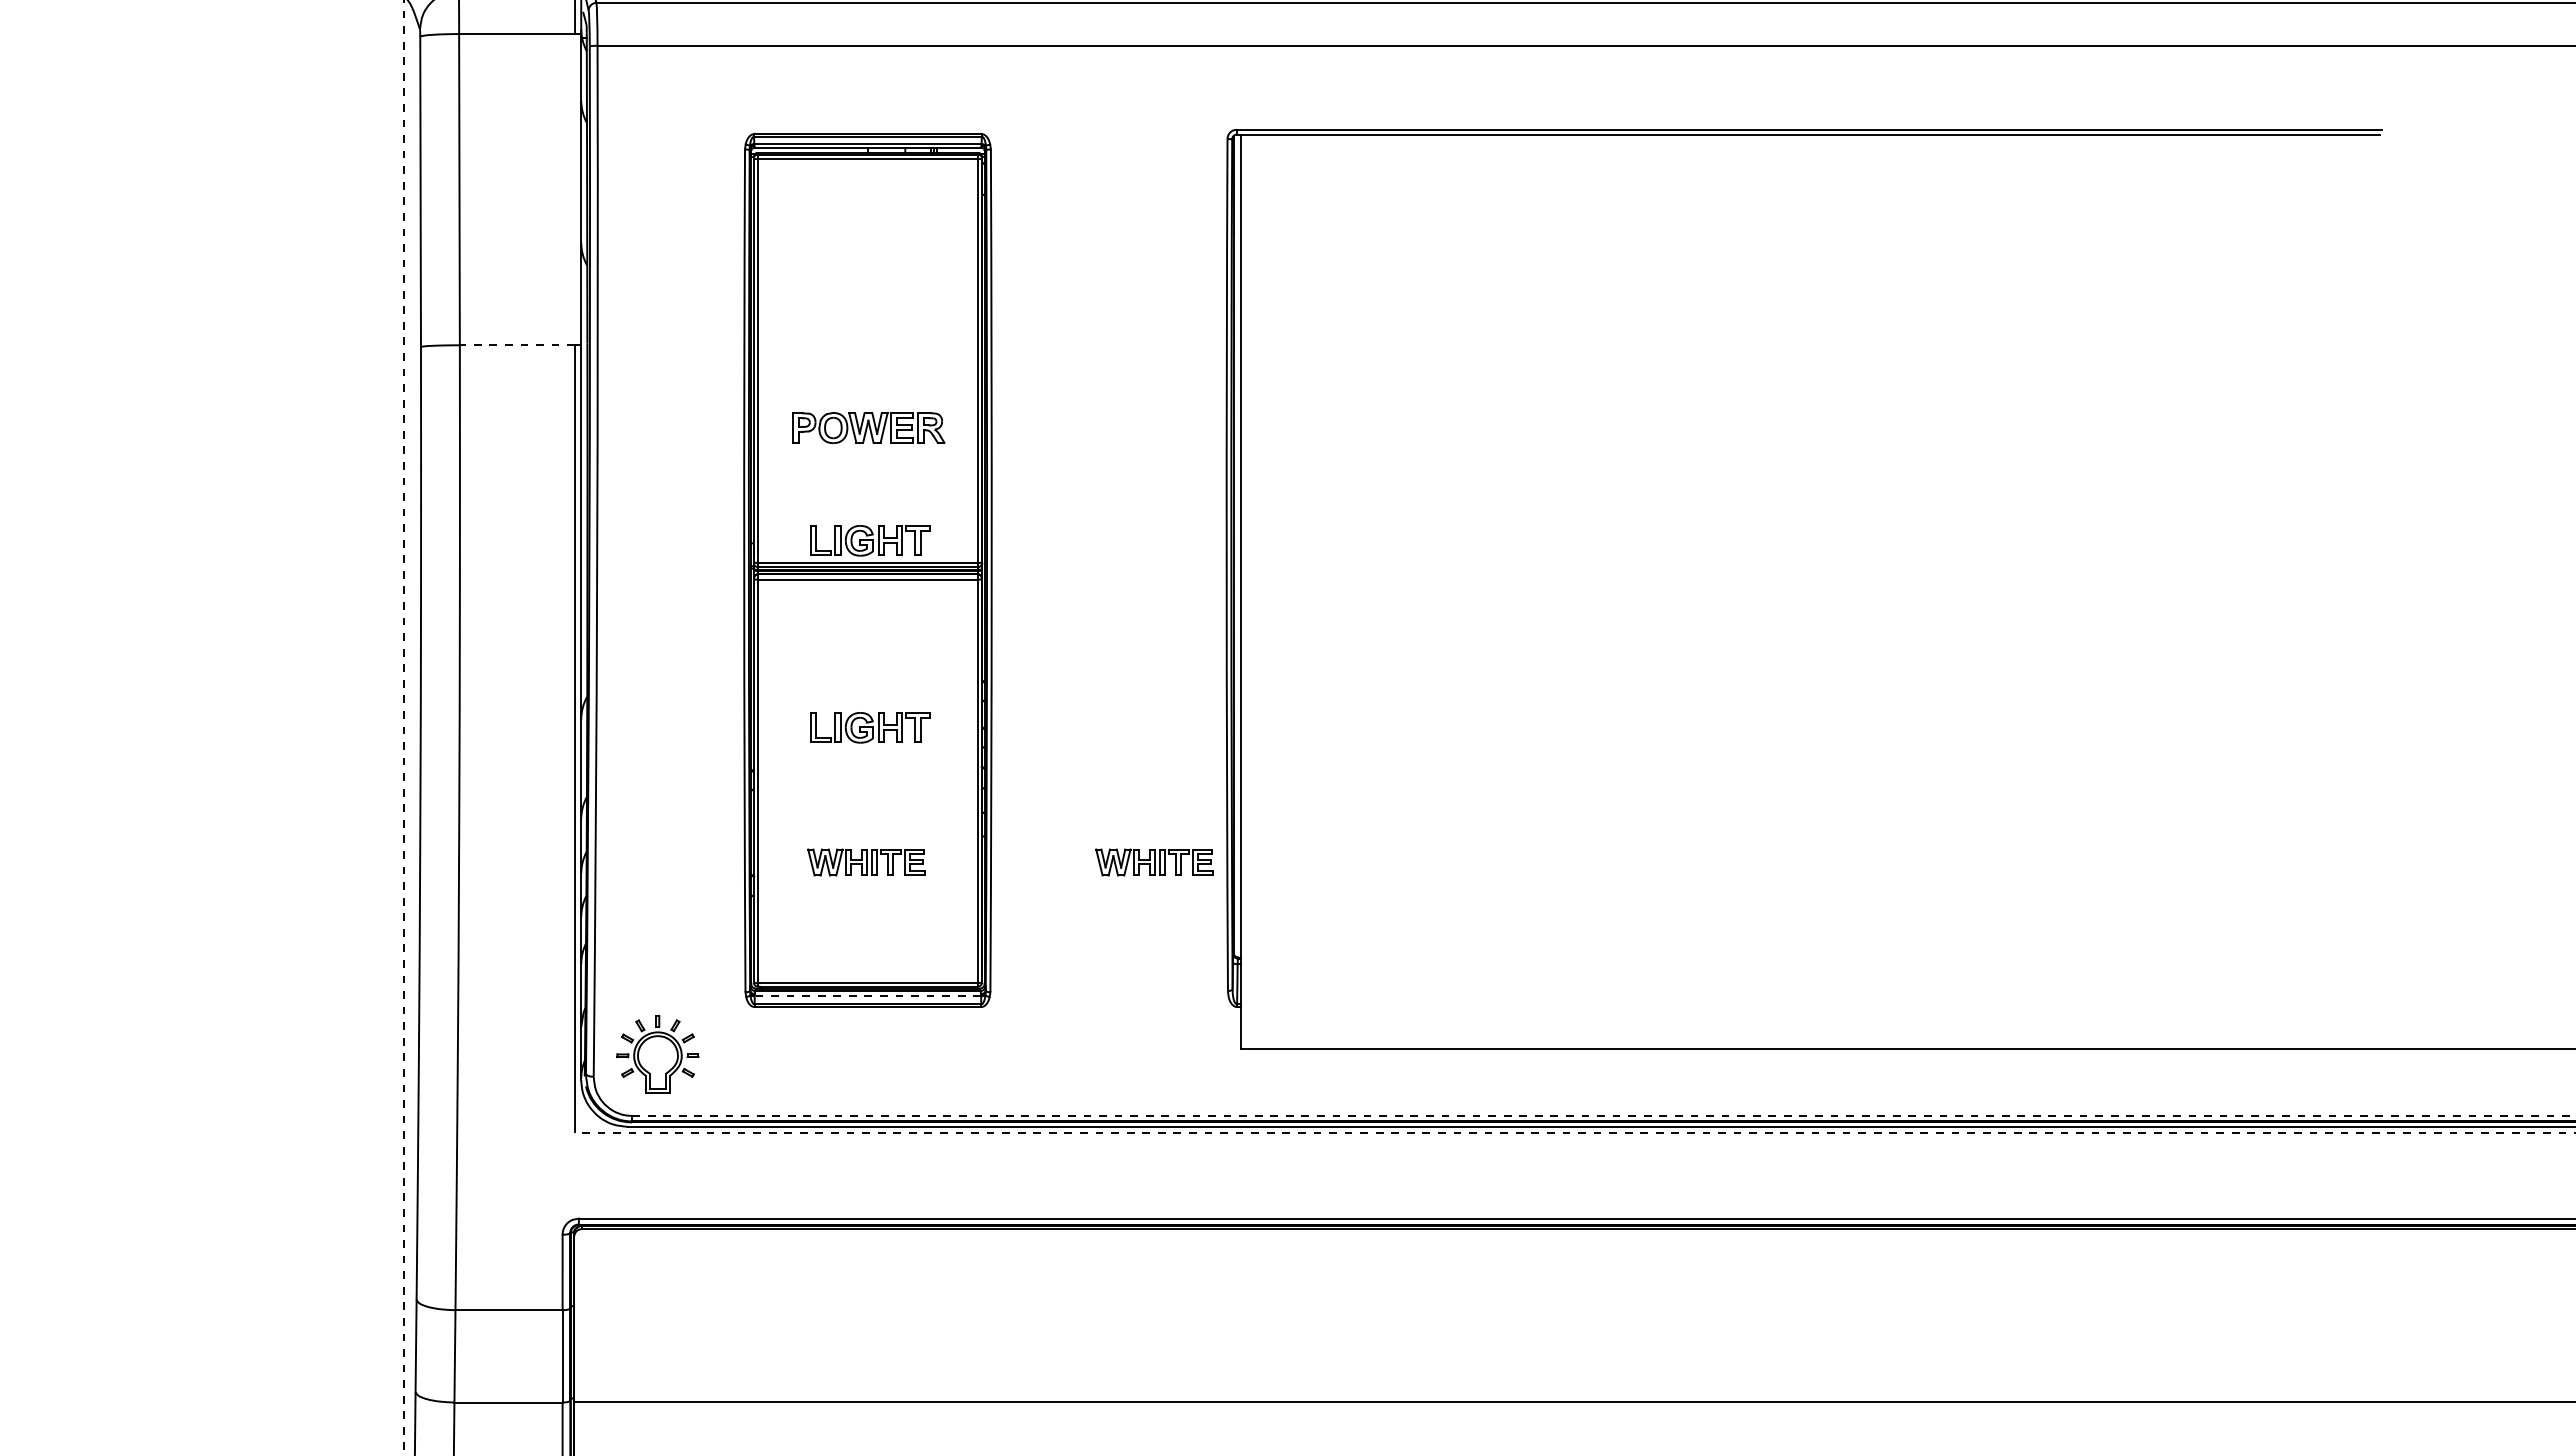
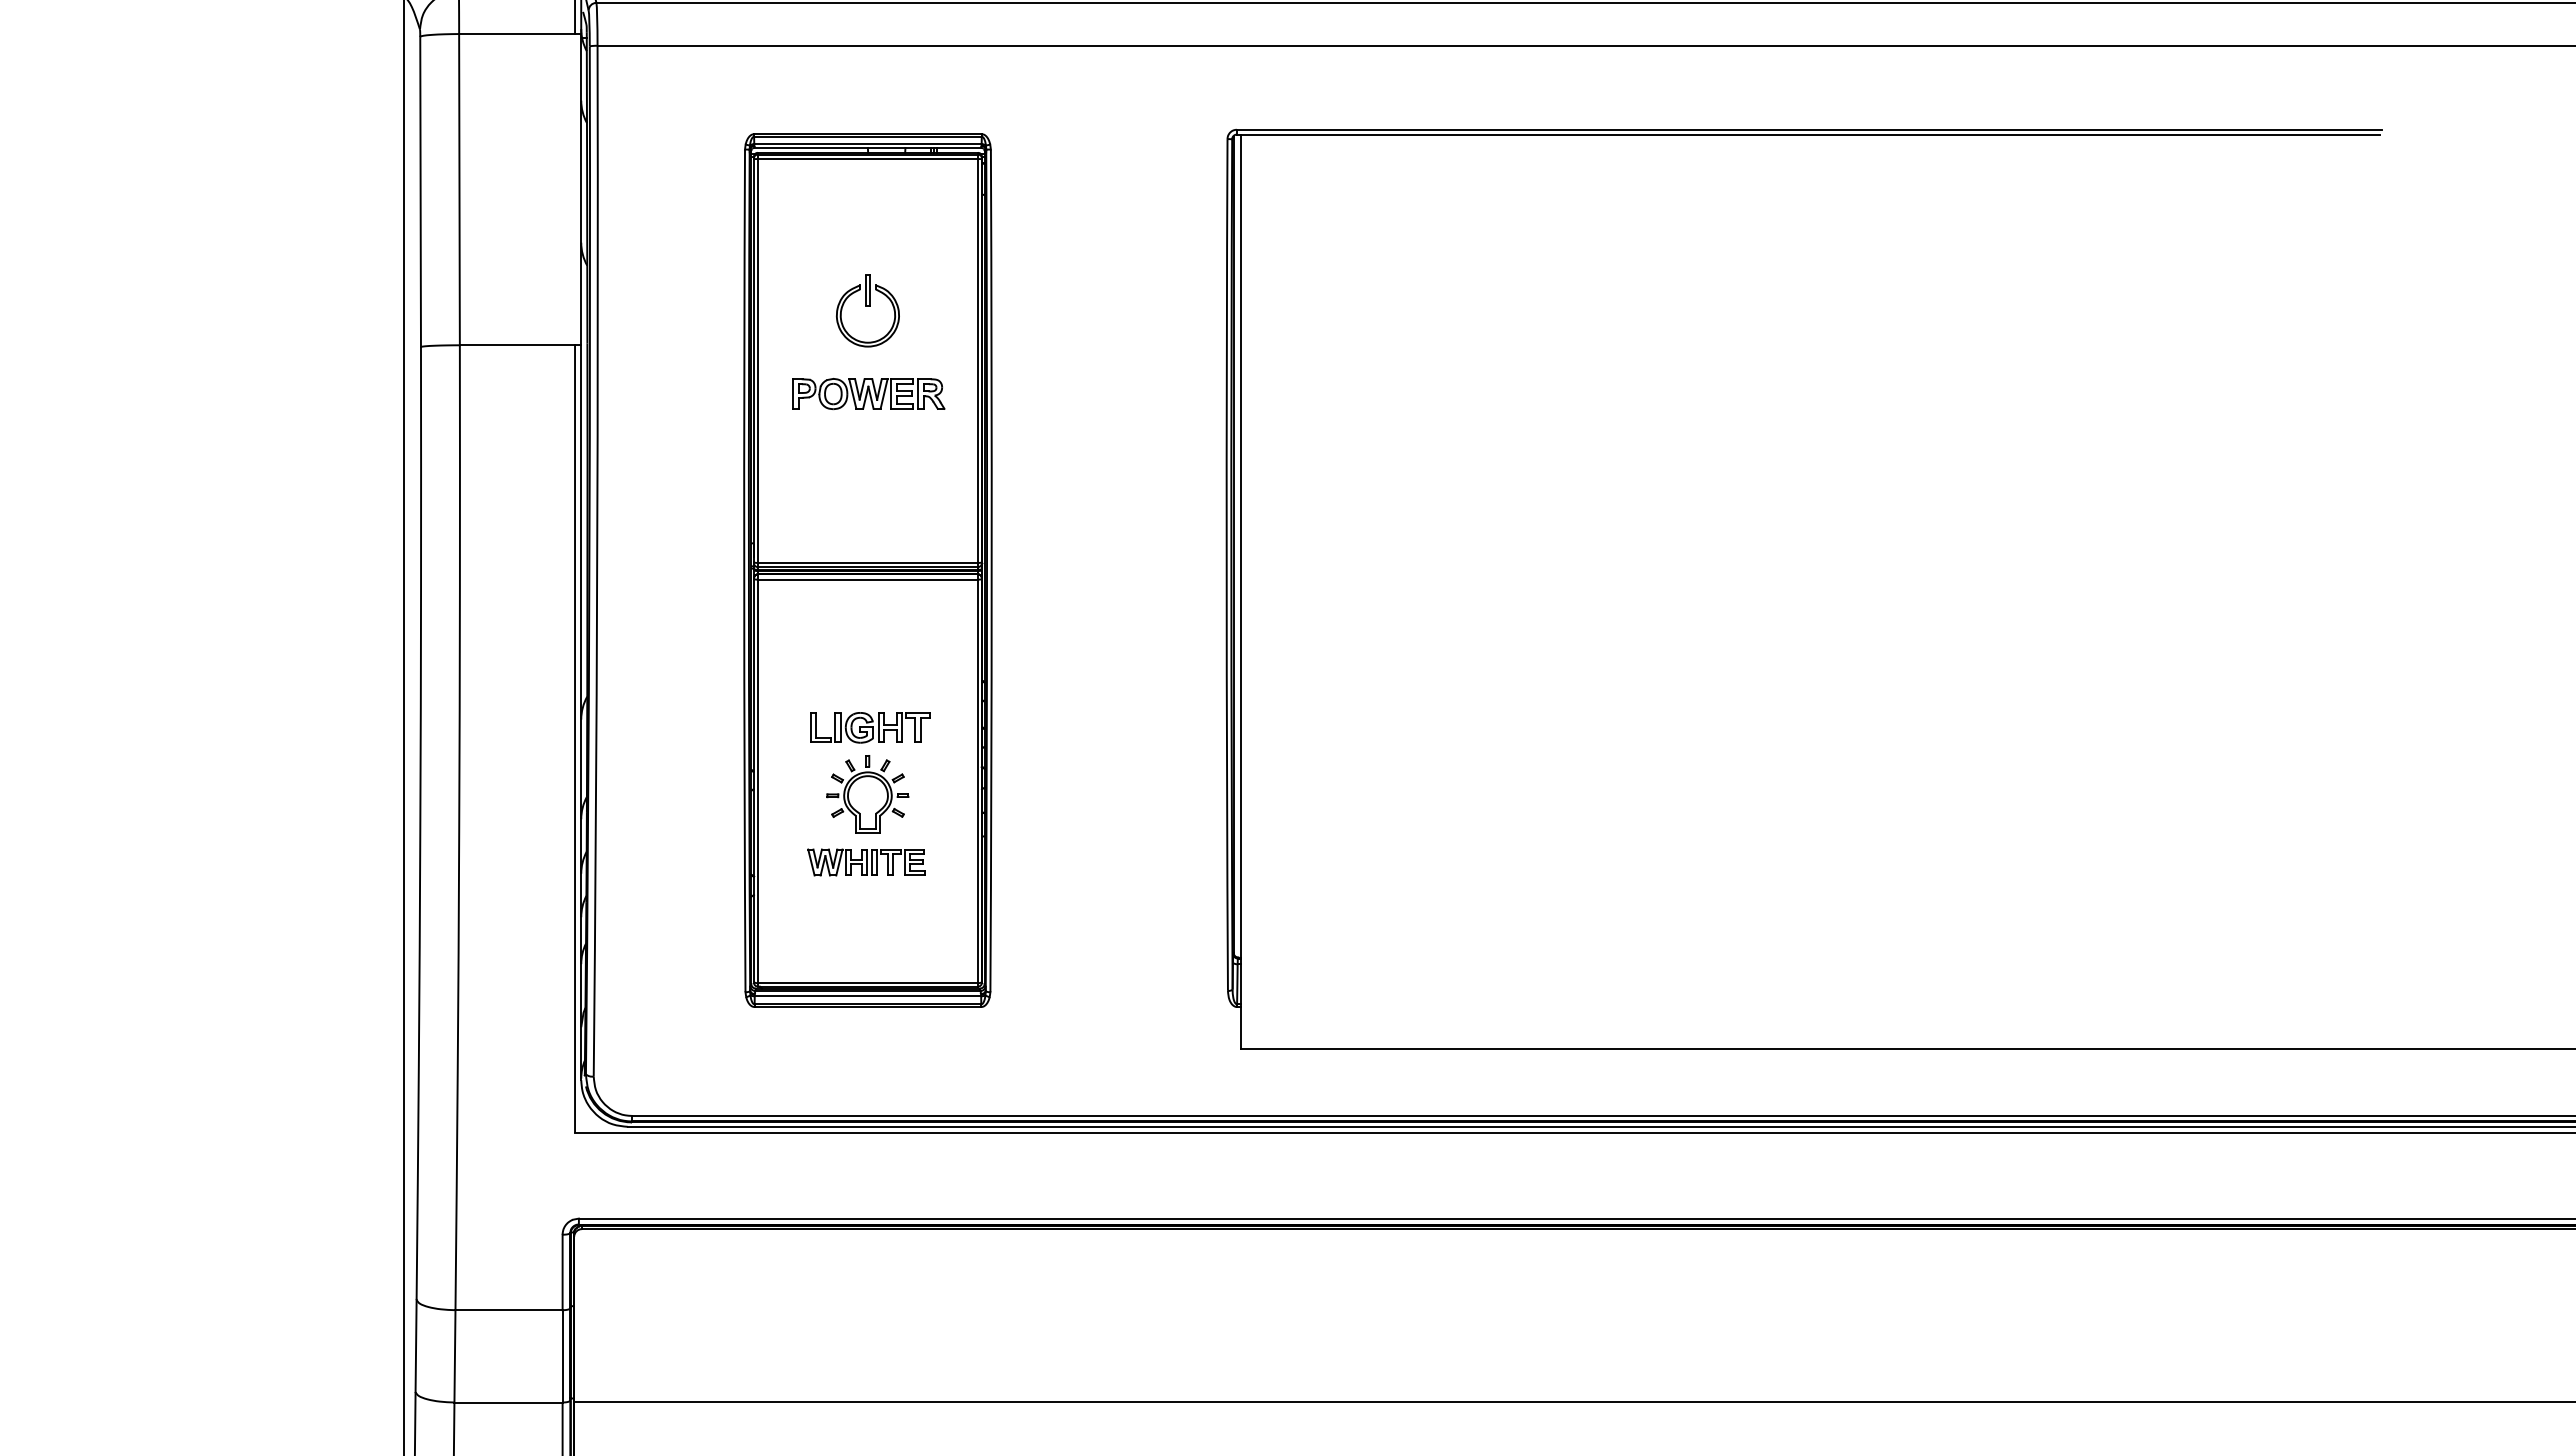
part at (867, 310): none -> present
line at (517, 345): dashed -> solid
part at (868, 428) position: (868, 428) -> (868, 394)
part at (870, 540): present -> none
line at (403, 728): dashed -> solid
part at (1154, 862): present -> none
line at (867, 996): dashed -> solid
part at (657, 1054) position: (657, 1054) -> (867, 794)
line at (1604, 1115): dashed -> solid
line at (1574, 1133): dashed -> solid
